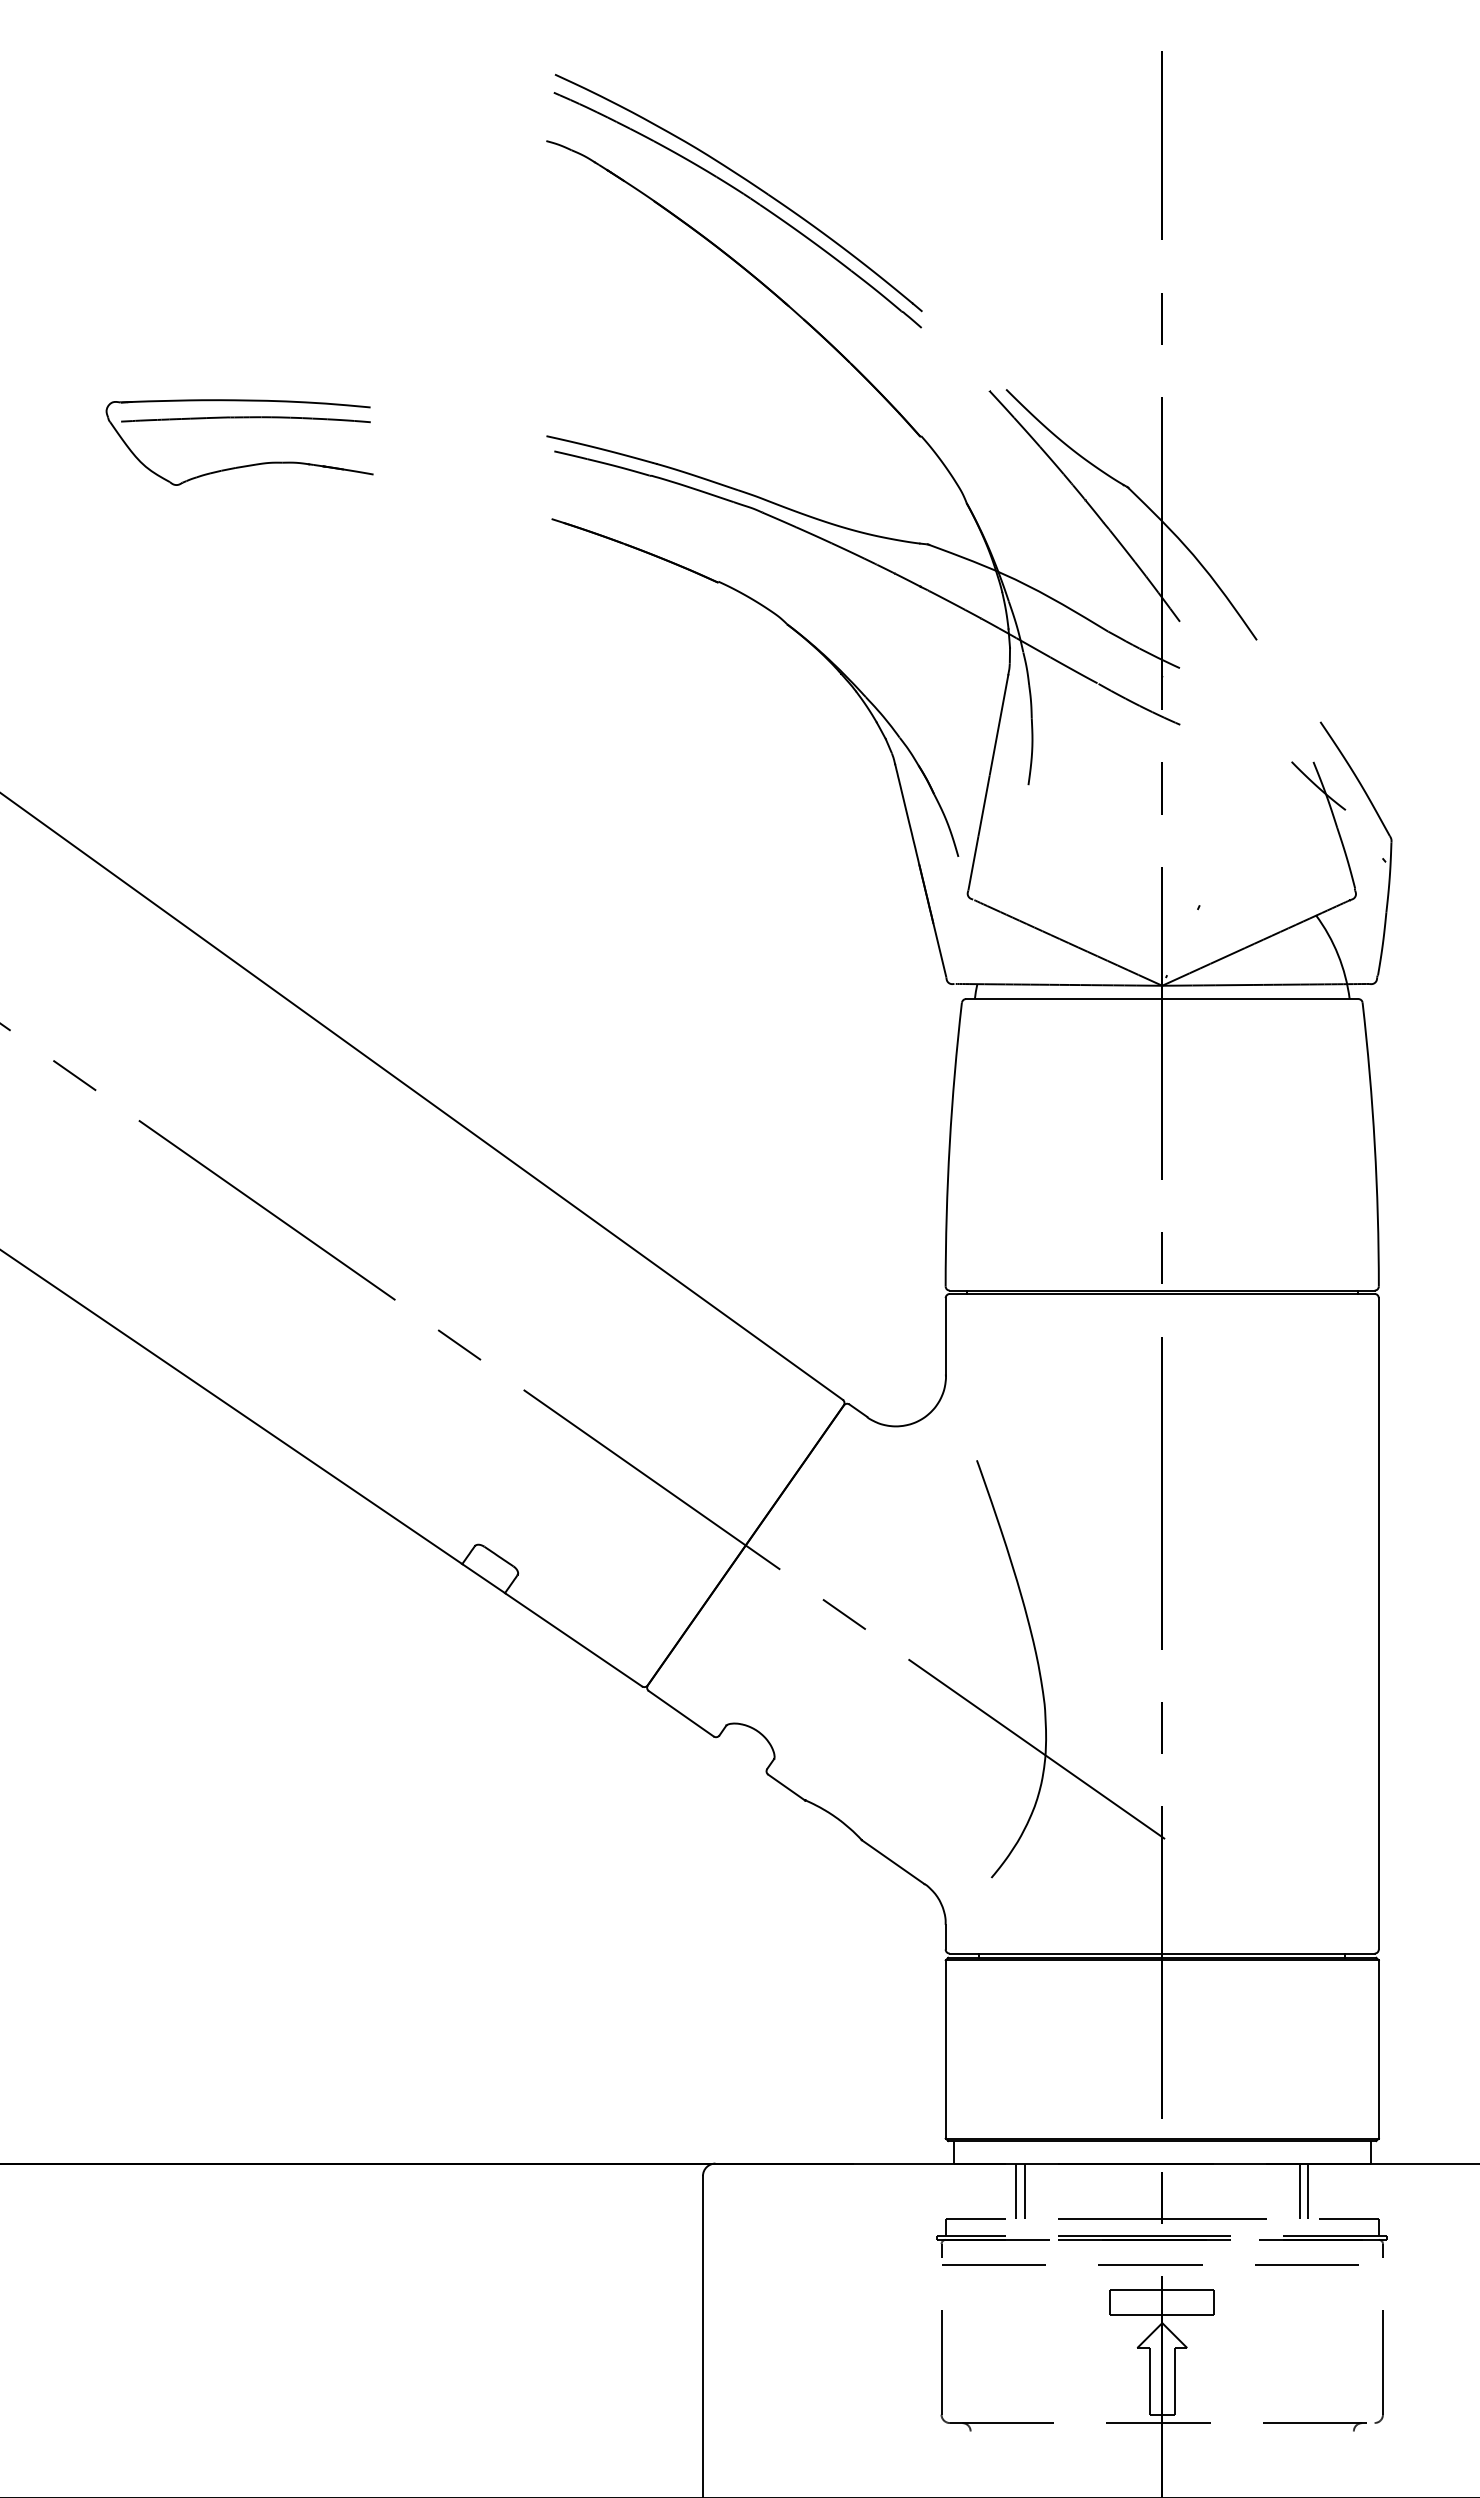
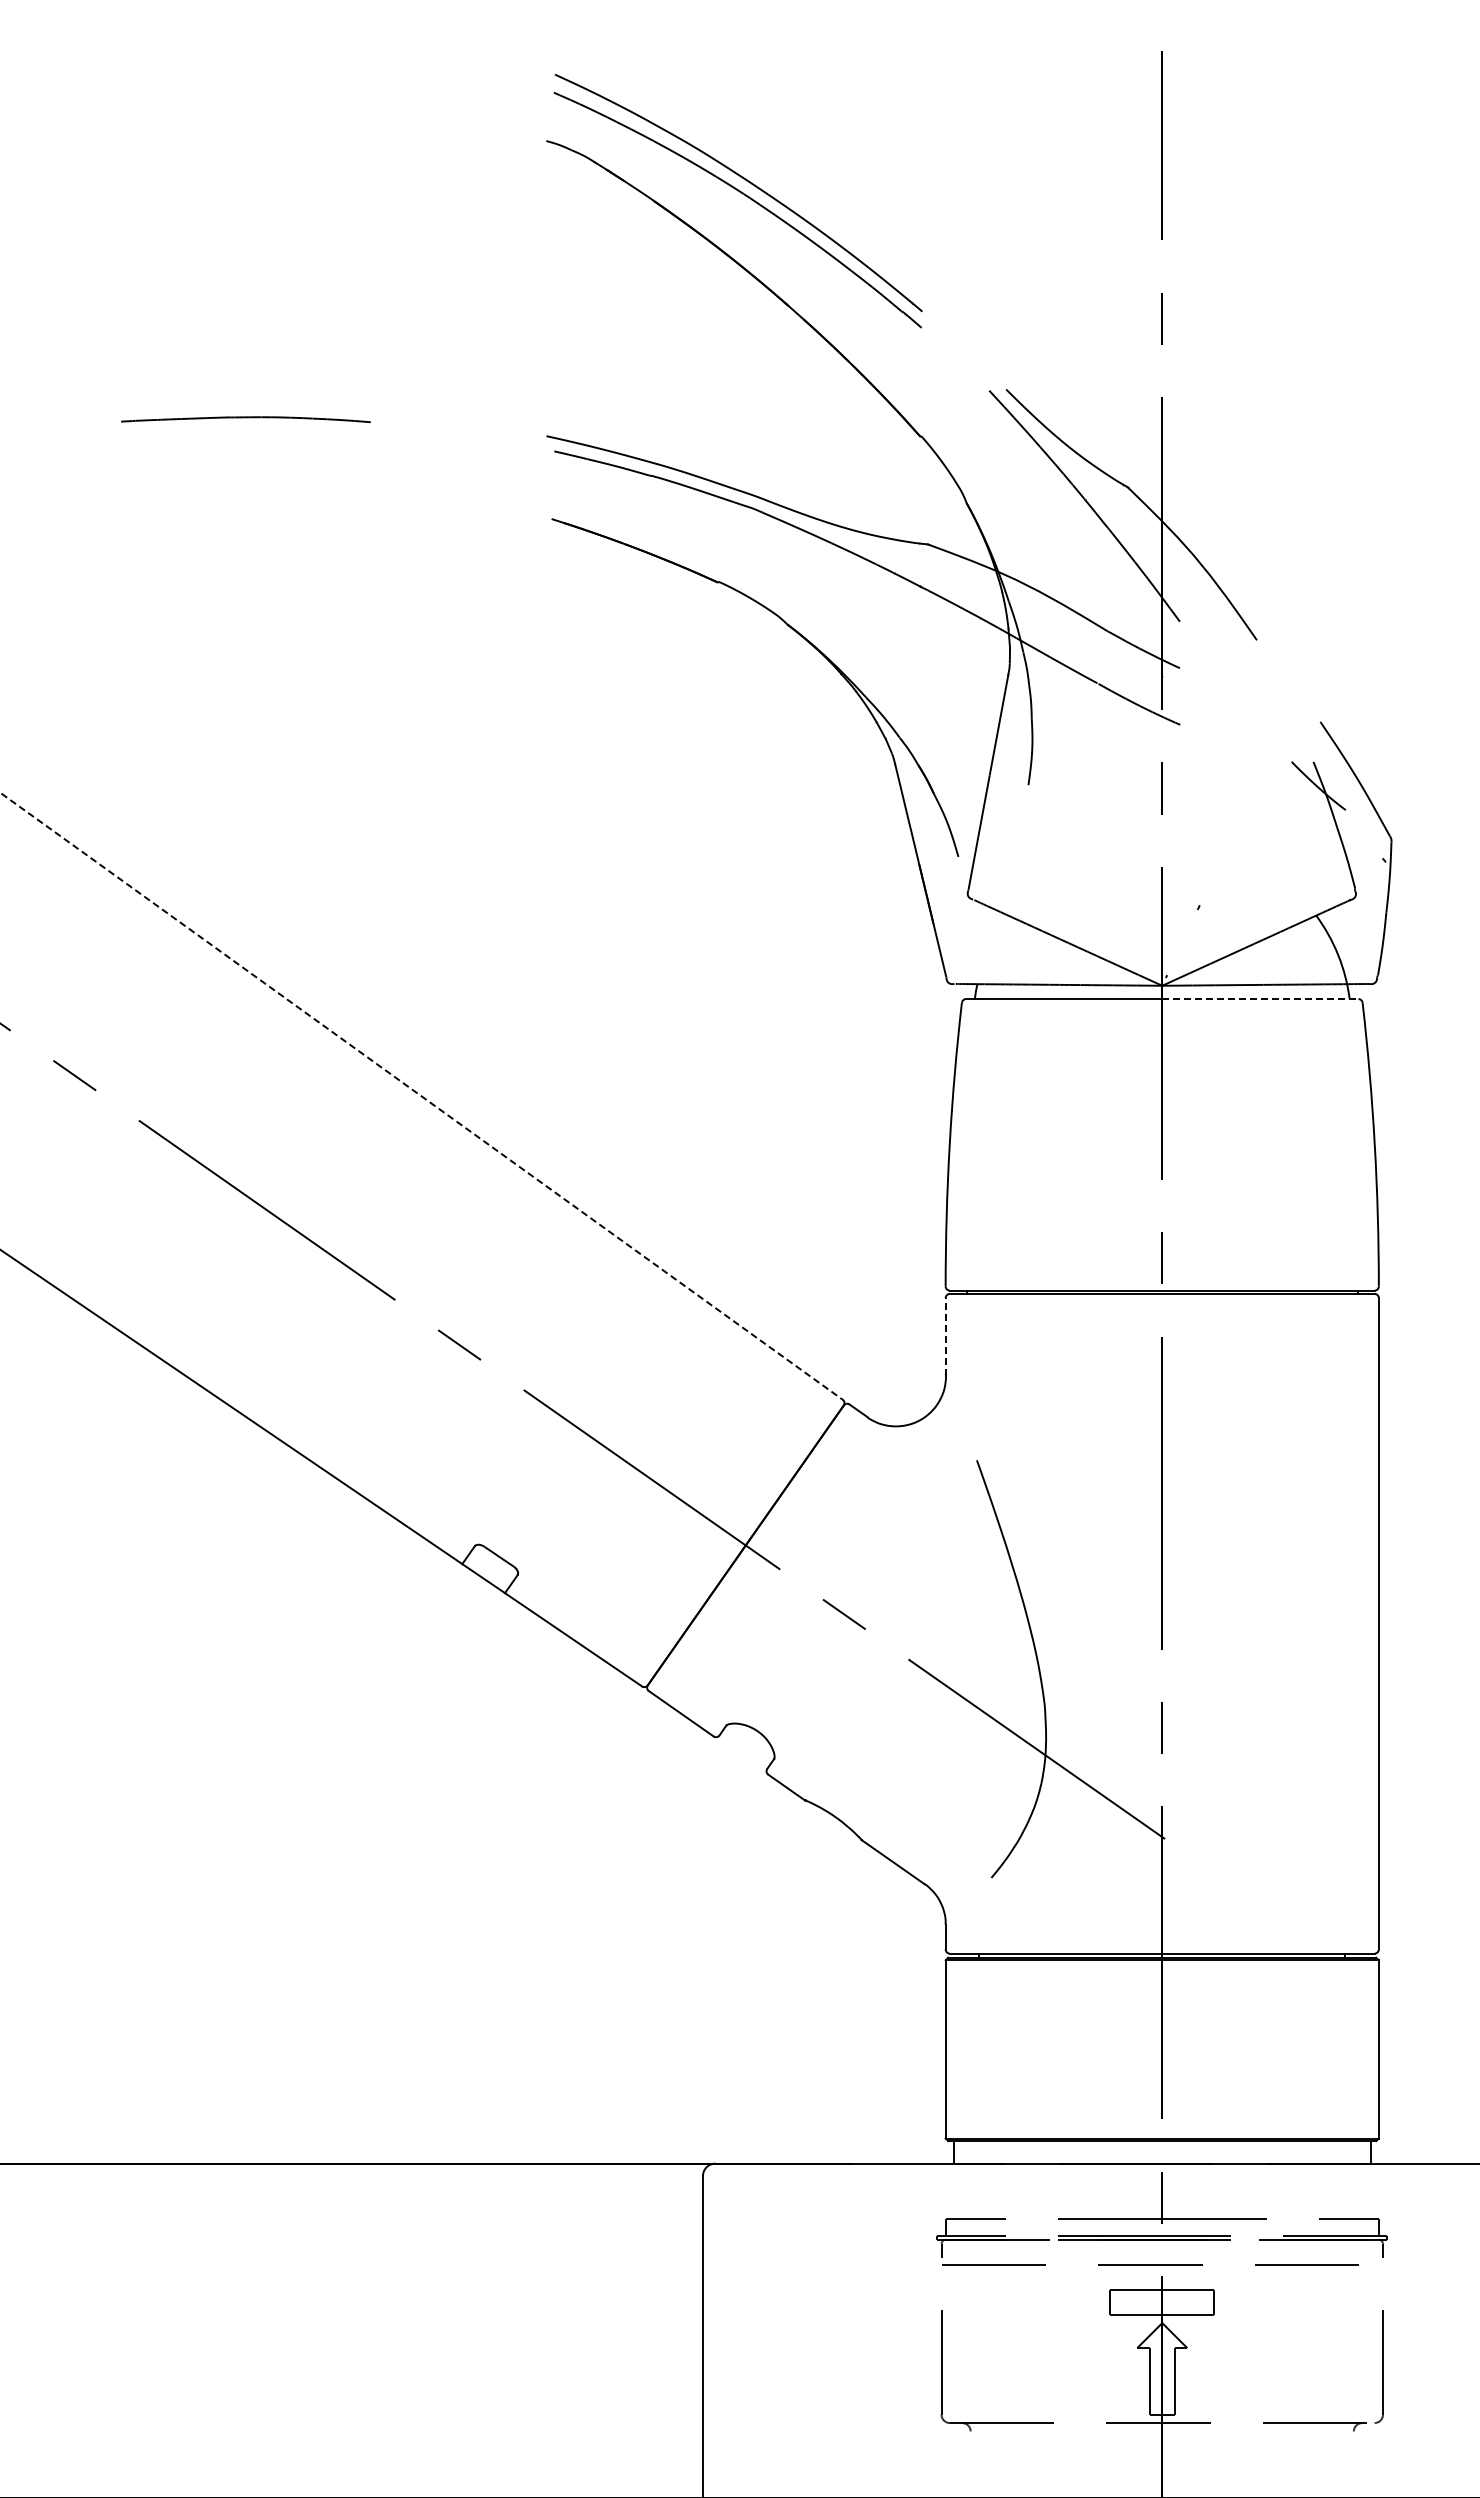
part at (242, 465): present -> none
line at (1260, 999): solid -> dashed
line at (422, 1096): solid -> dashed
line at (945, 1337): solid -> dashed
line at (1016, 2190): present -> none
line at (1025, 2190): present -> none
line at (1299, 2190): present -> none
line at (1308, 2190): present -> none
